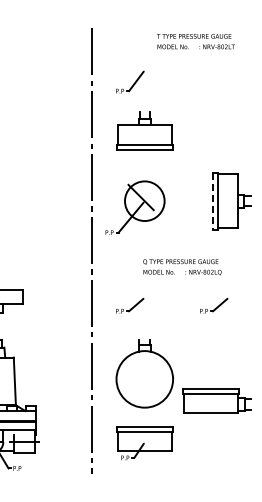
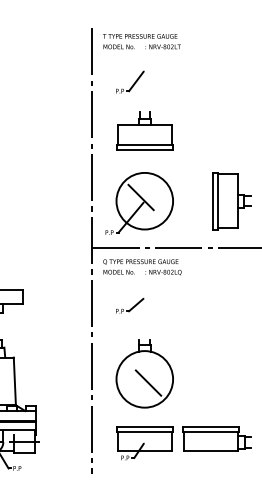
text at (195, 41) position: (195, 41) -> (141, 41)
circle at (144, 201) diameter: 40 px -> 57 px
line at (212, 201): dashed -> solid
line at (175, 248): none -> present
text at (182, 267) position: (182, 267) -> (142, 267)
part at (214, 305): present -> none
line at (148, 382): none -> present
part at (216, 400) position: (216, 400) -> (216, 438)
